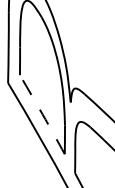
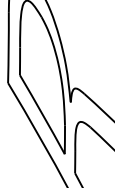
arc at (42, 114): dashed -> solid
